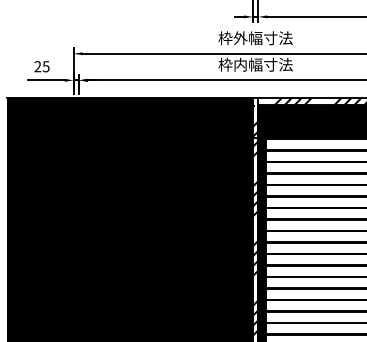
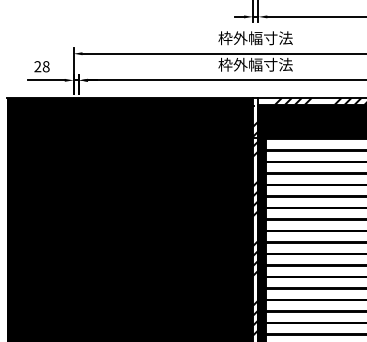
text at (240, 64): 枠内幅寸法 -> 枠外幅寸法
text at (45, 66): 25 -> 28
